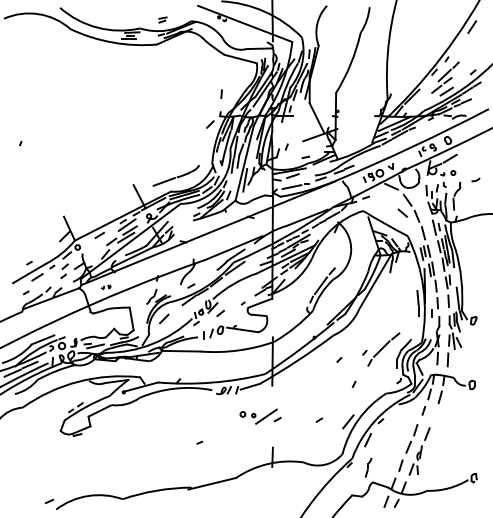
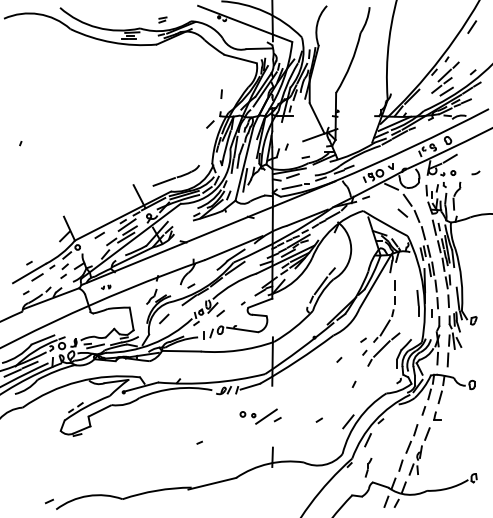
arc at (476, 179) position: (476, 179) -> (476, 172)
part at (391, 313): none -> present
part at (437, 415): none -> present
